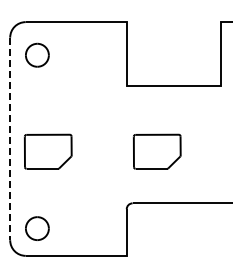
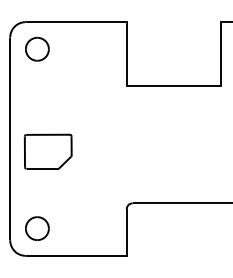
part at (37, 54) position: (37, 54) -> (37, 48)
line at (10, 139): dashed -> solid
part at (157, 151): present -> none
